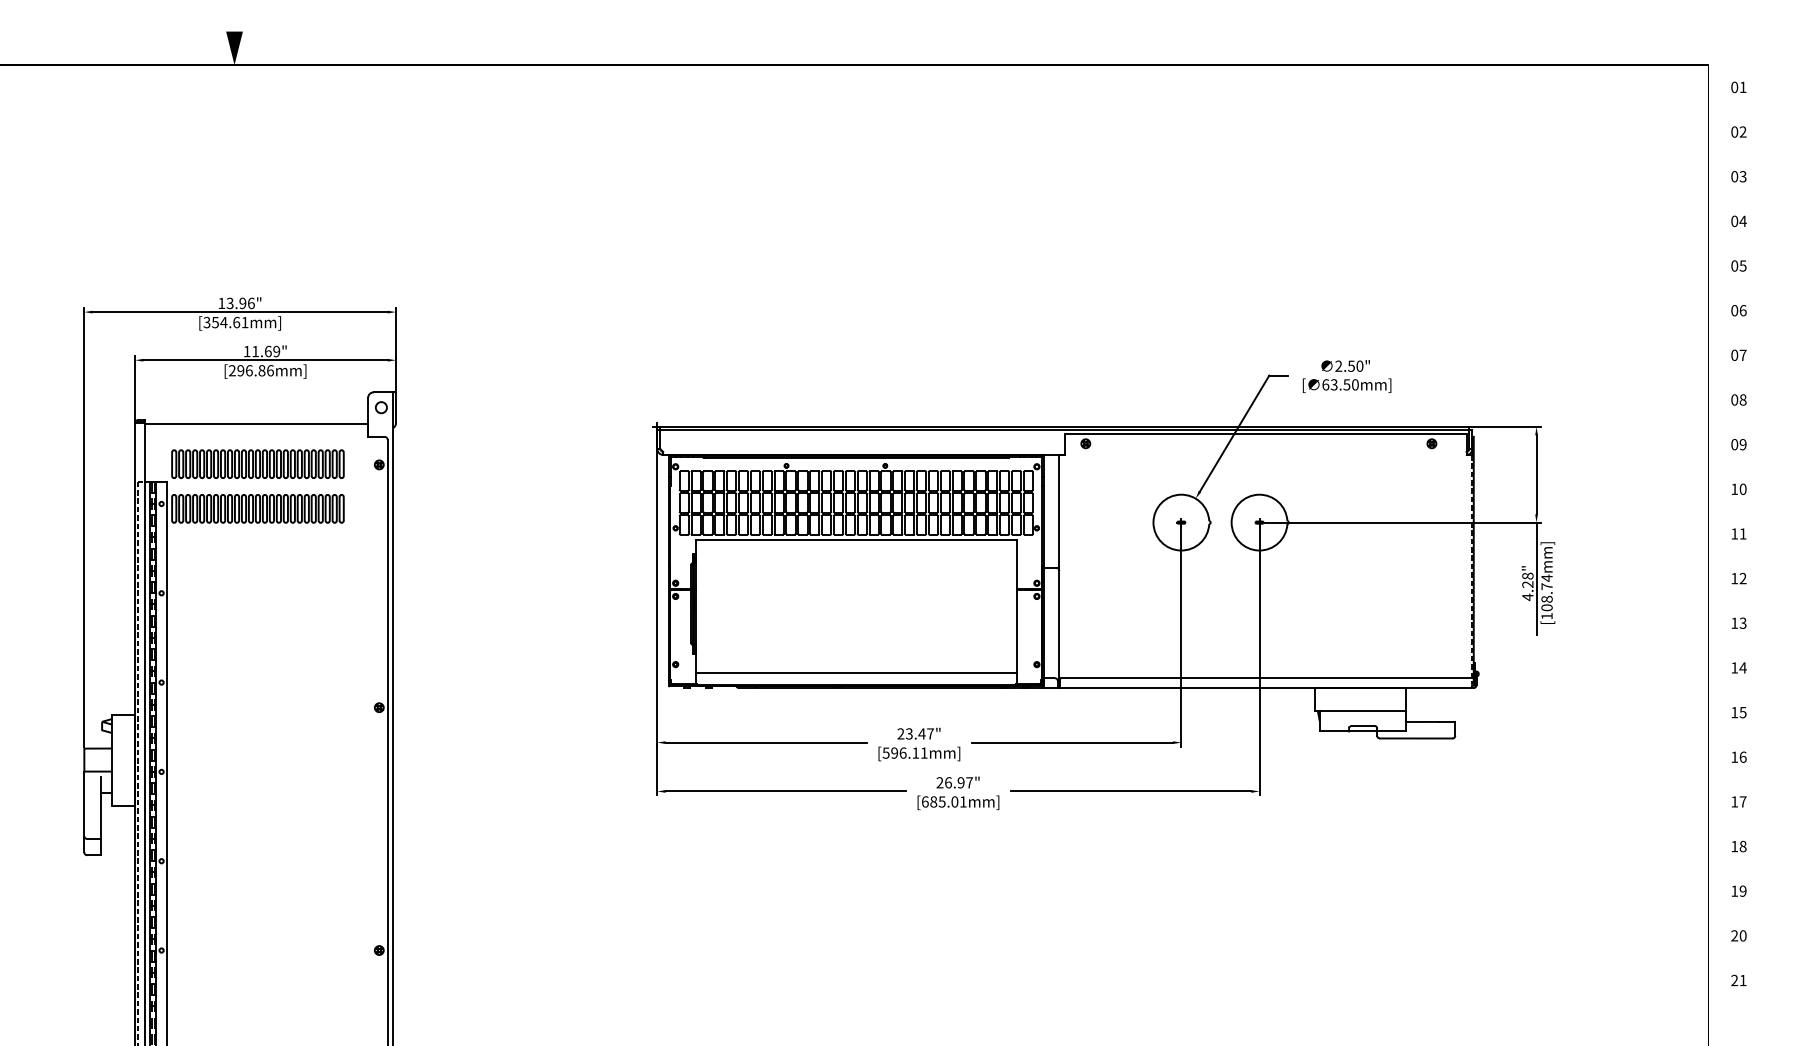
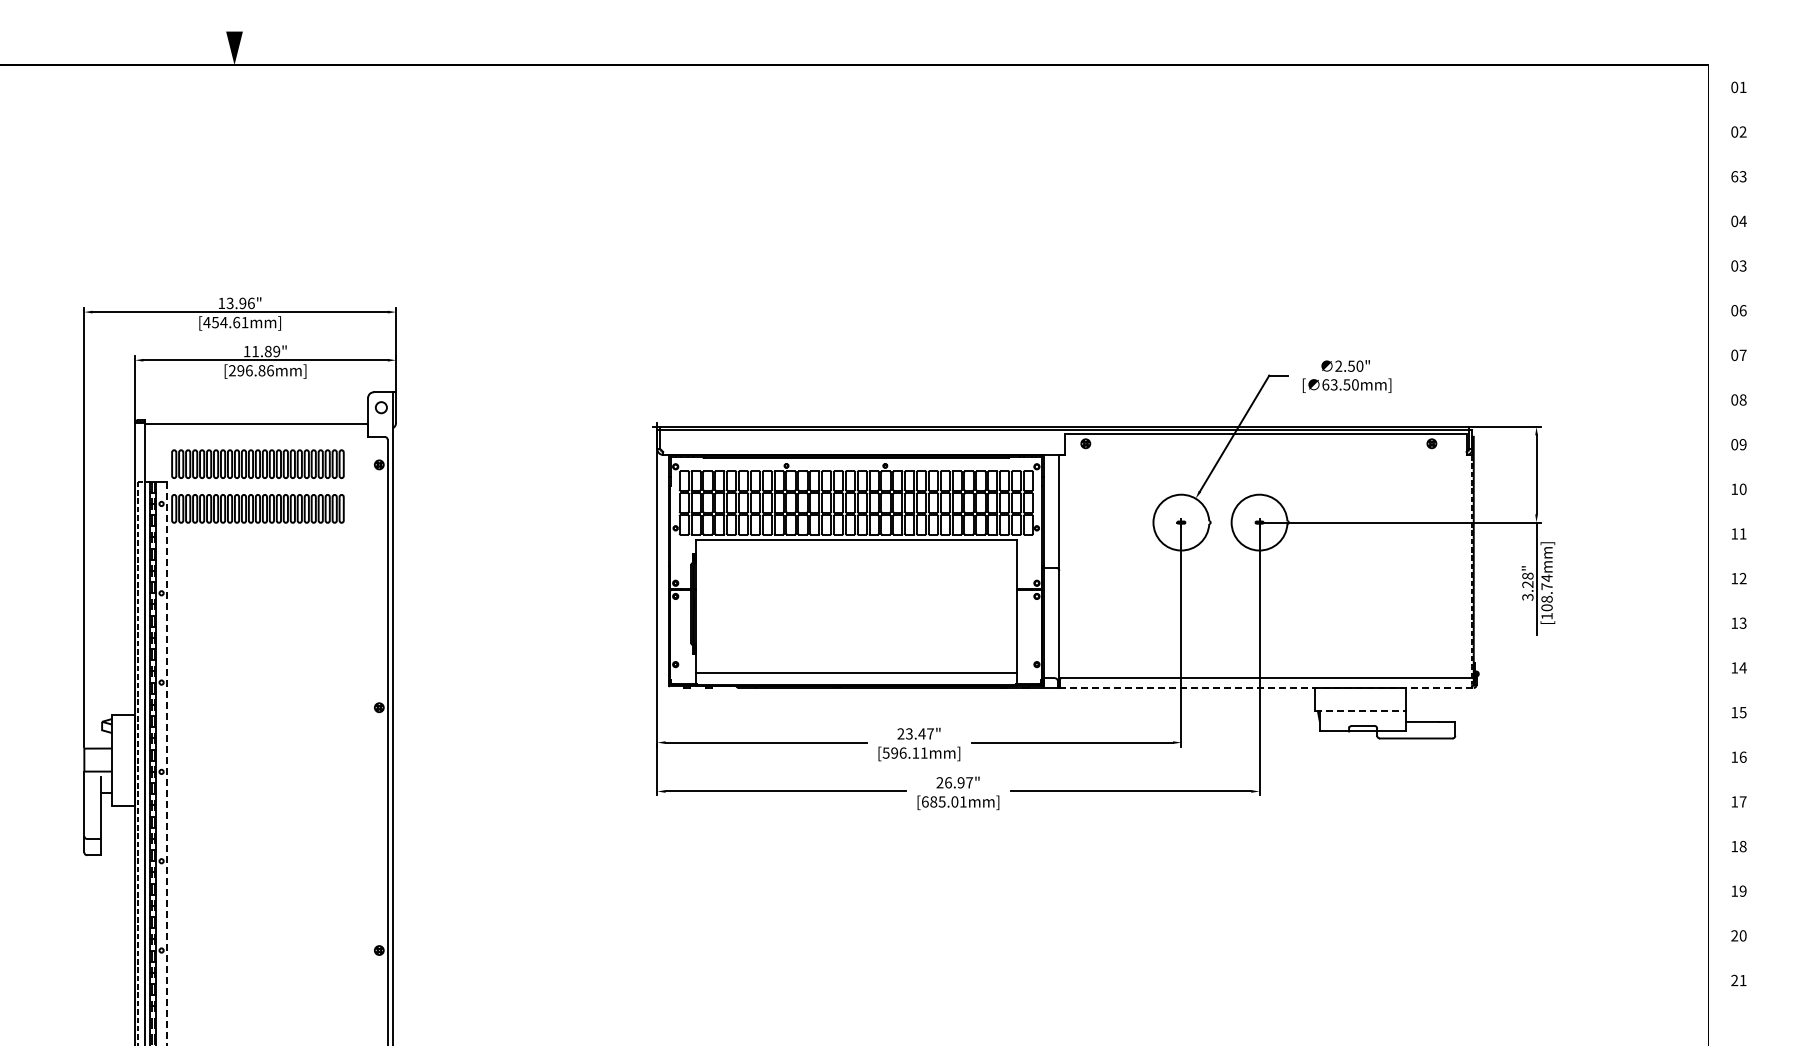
text at (1734, 176): 03 -> 63
text at (1743, 265): 05 -> 03
text at (206, 322): [354.61mm] -> [454.61mm]
text at (267, 351): 11.69" -> 11.89"
text at (1527, 597): 4.28" -> 3.28"
line at (1267, 687): solid -> dashed
line at (1360, 711): solid -> dashed
line at (167, 763): solid -> dashed
